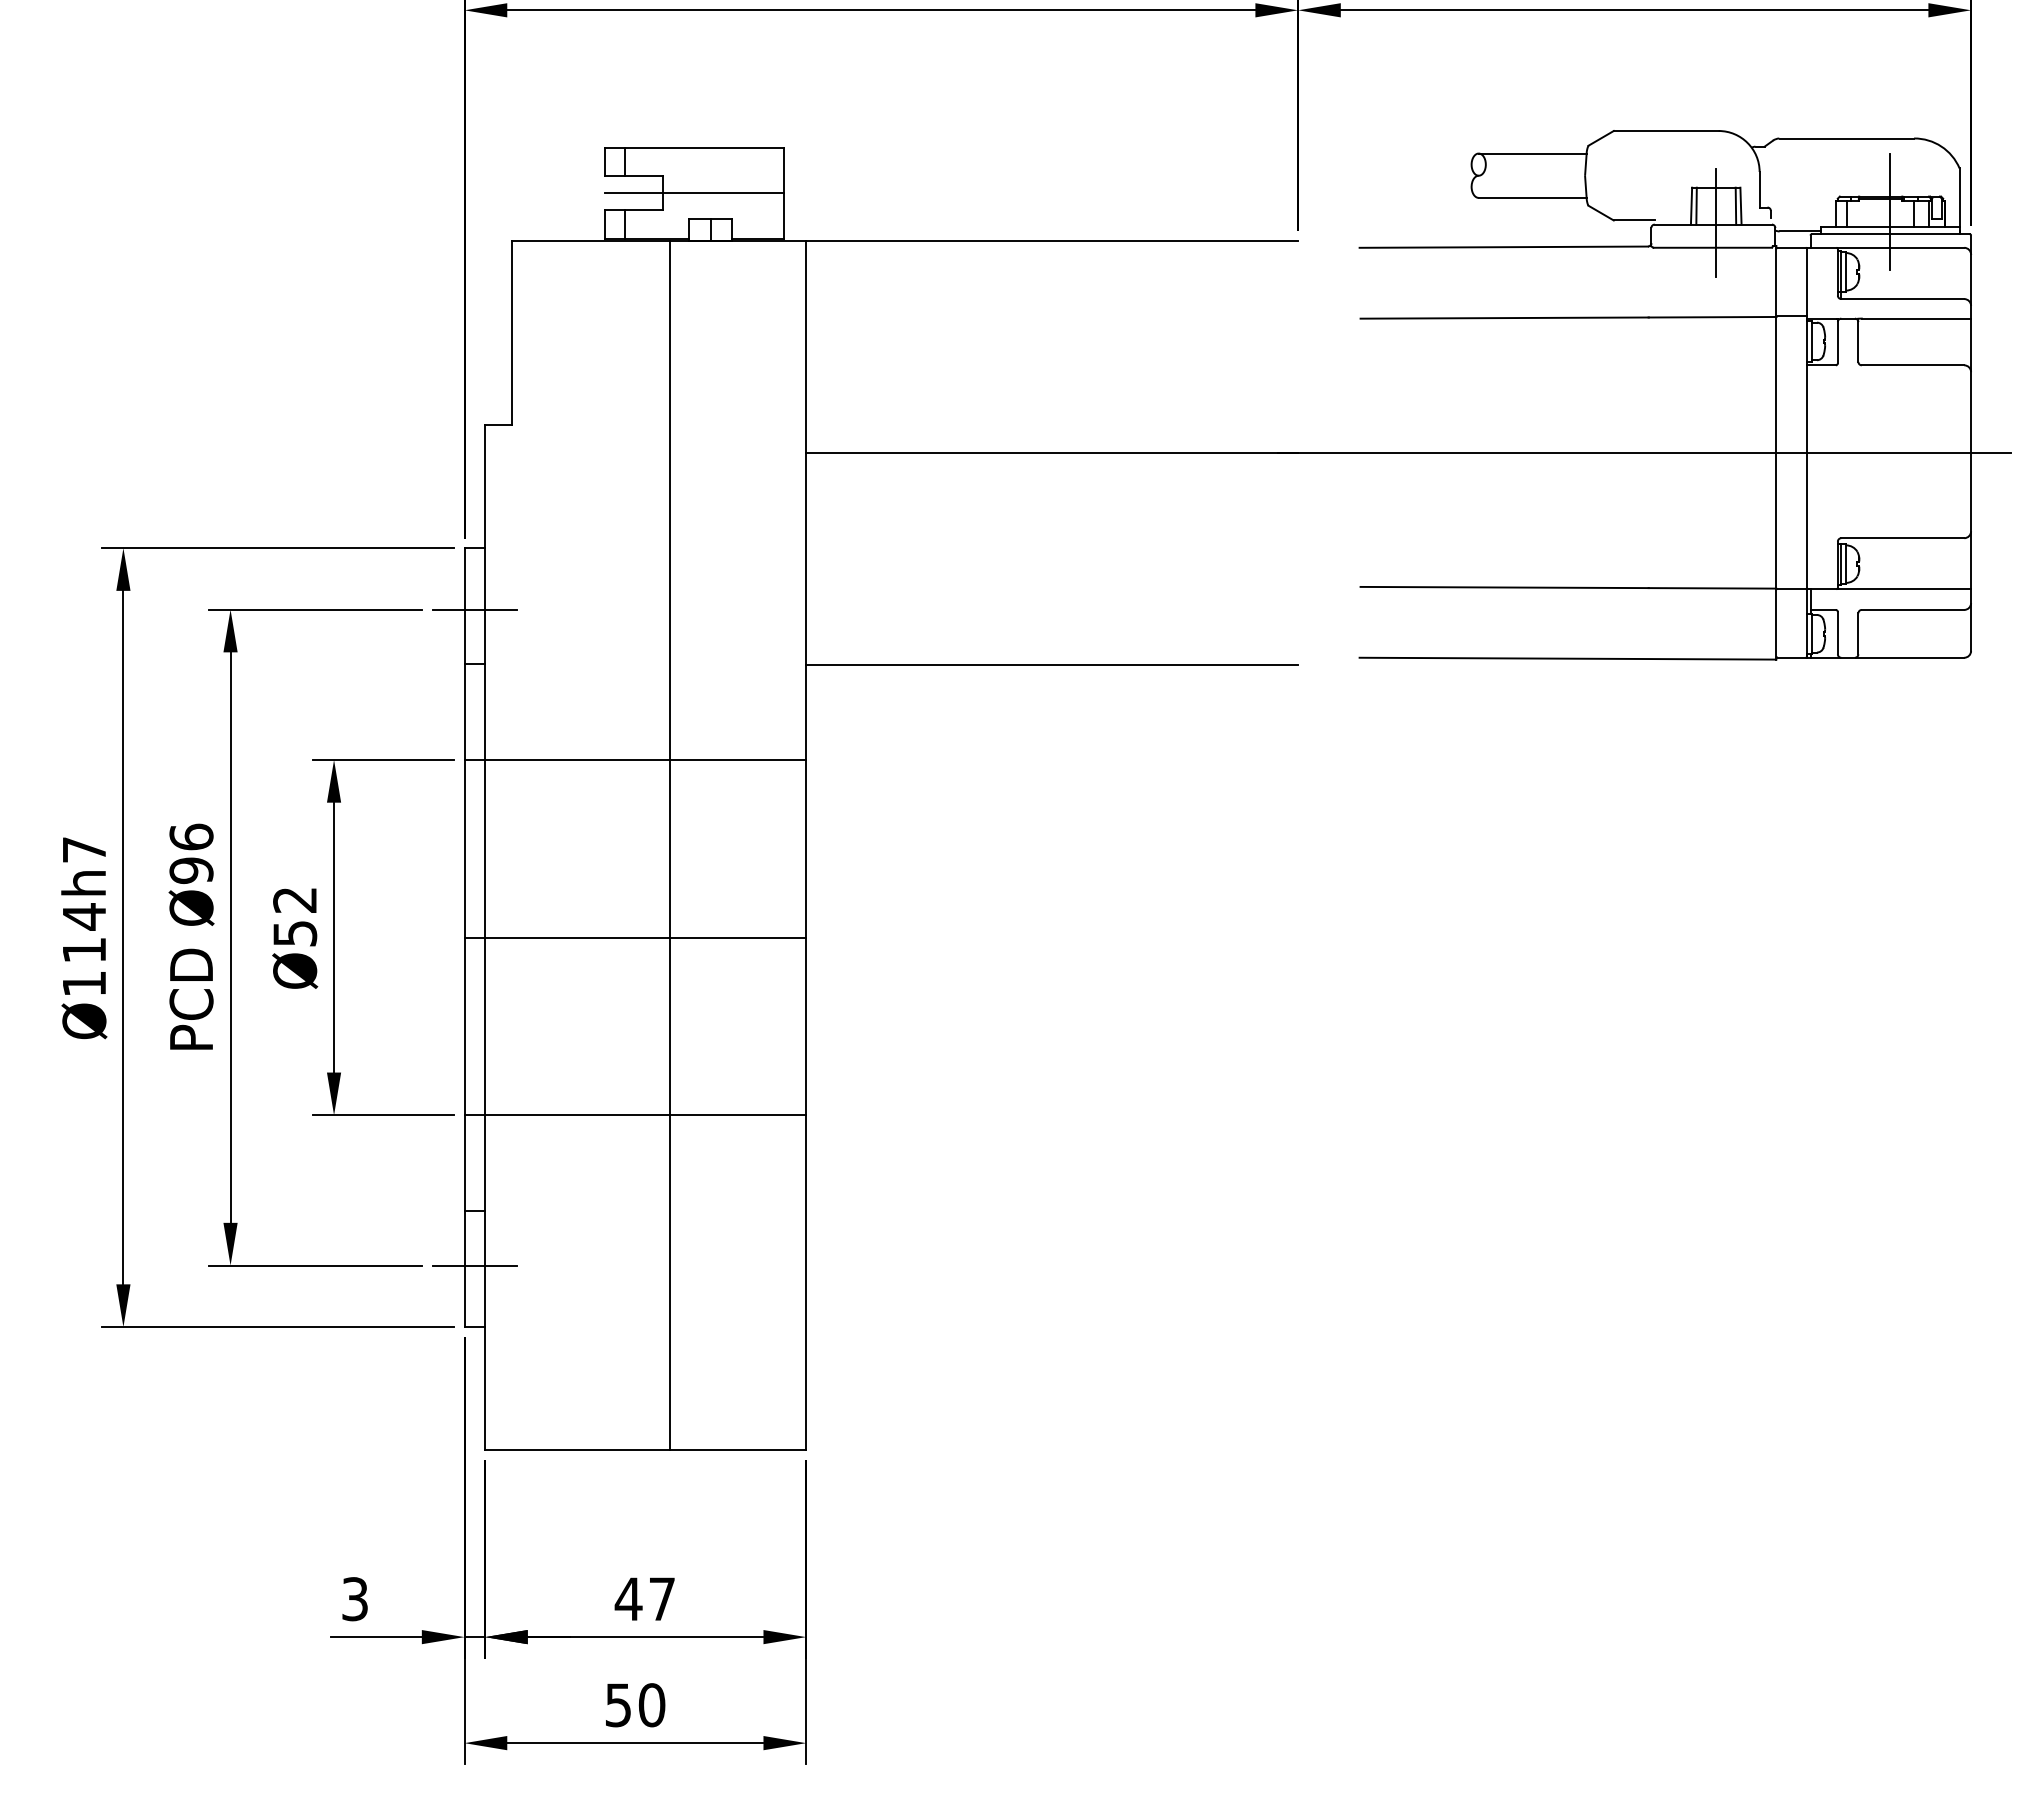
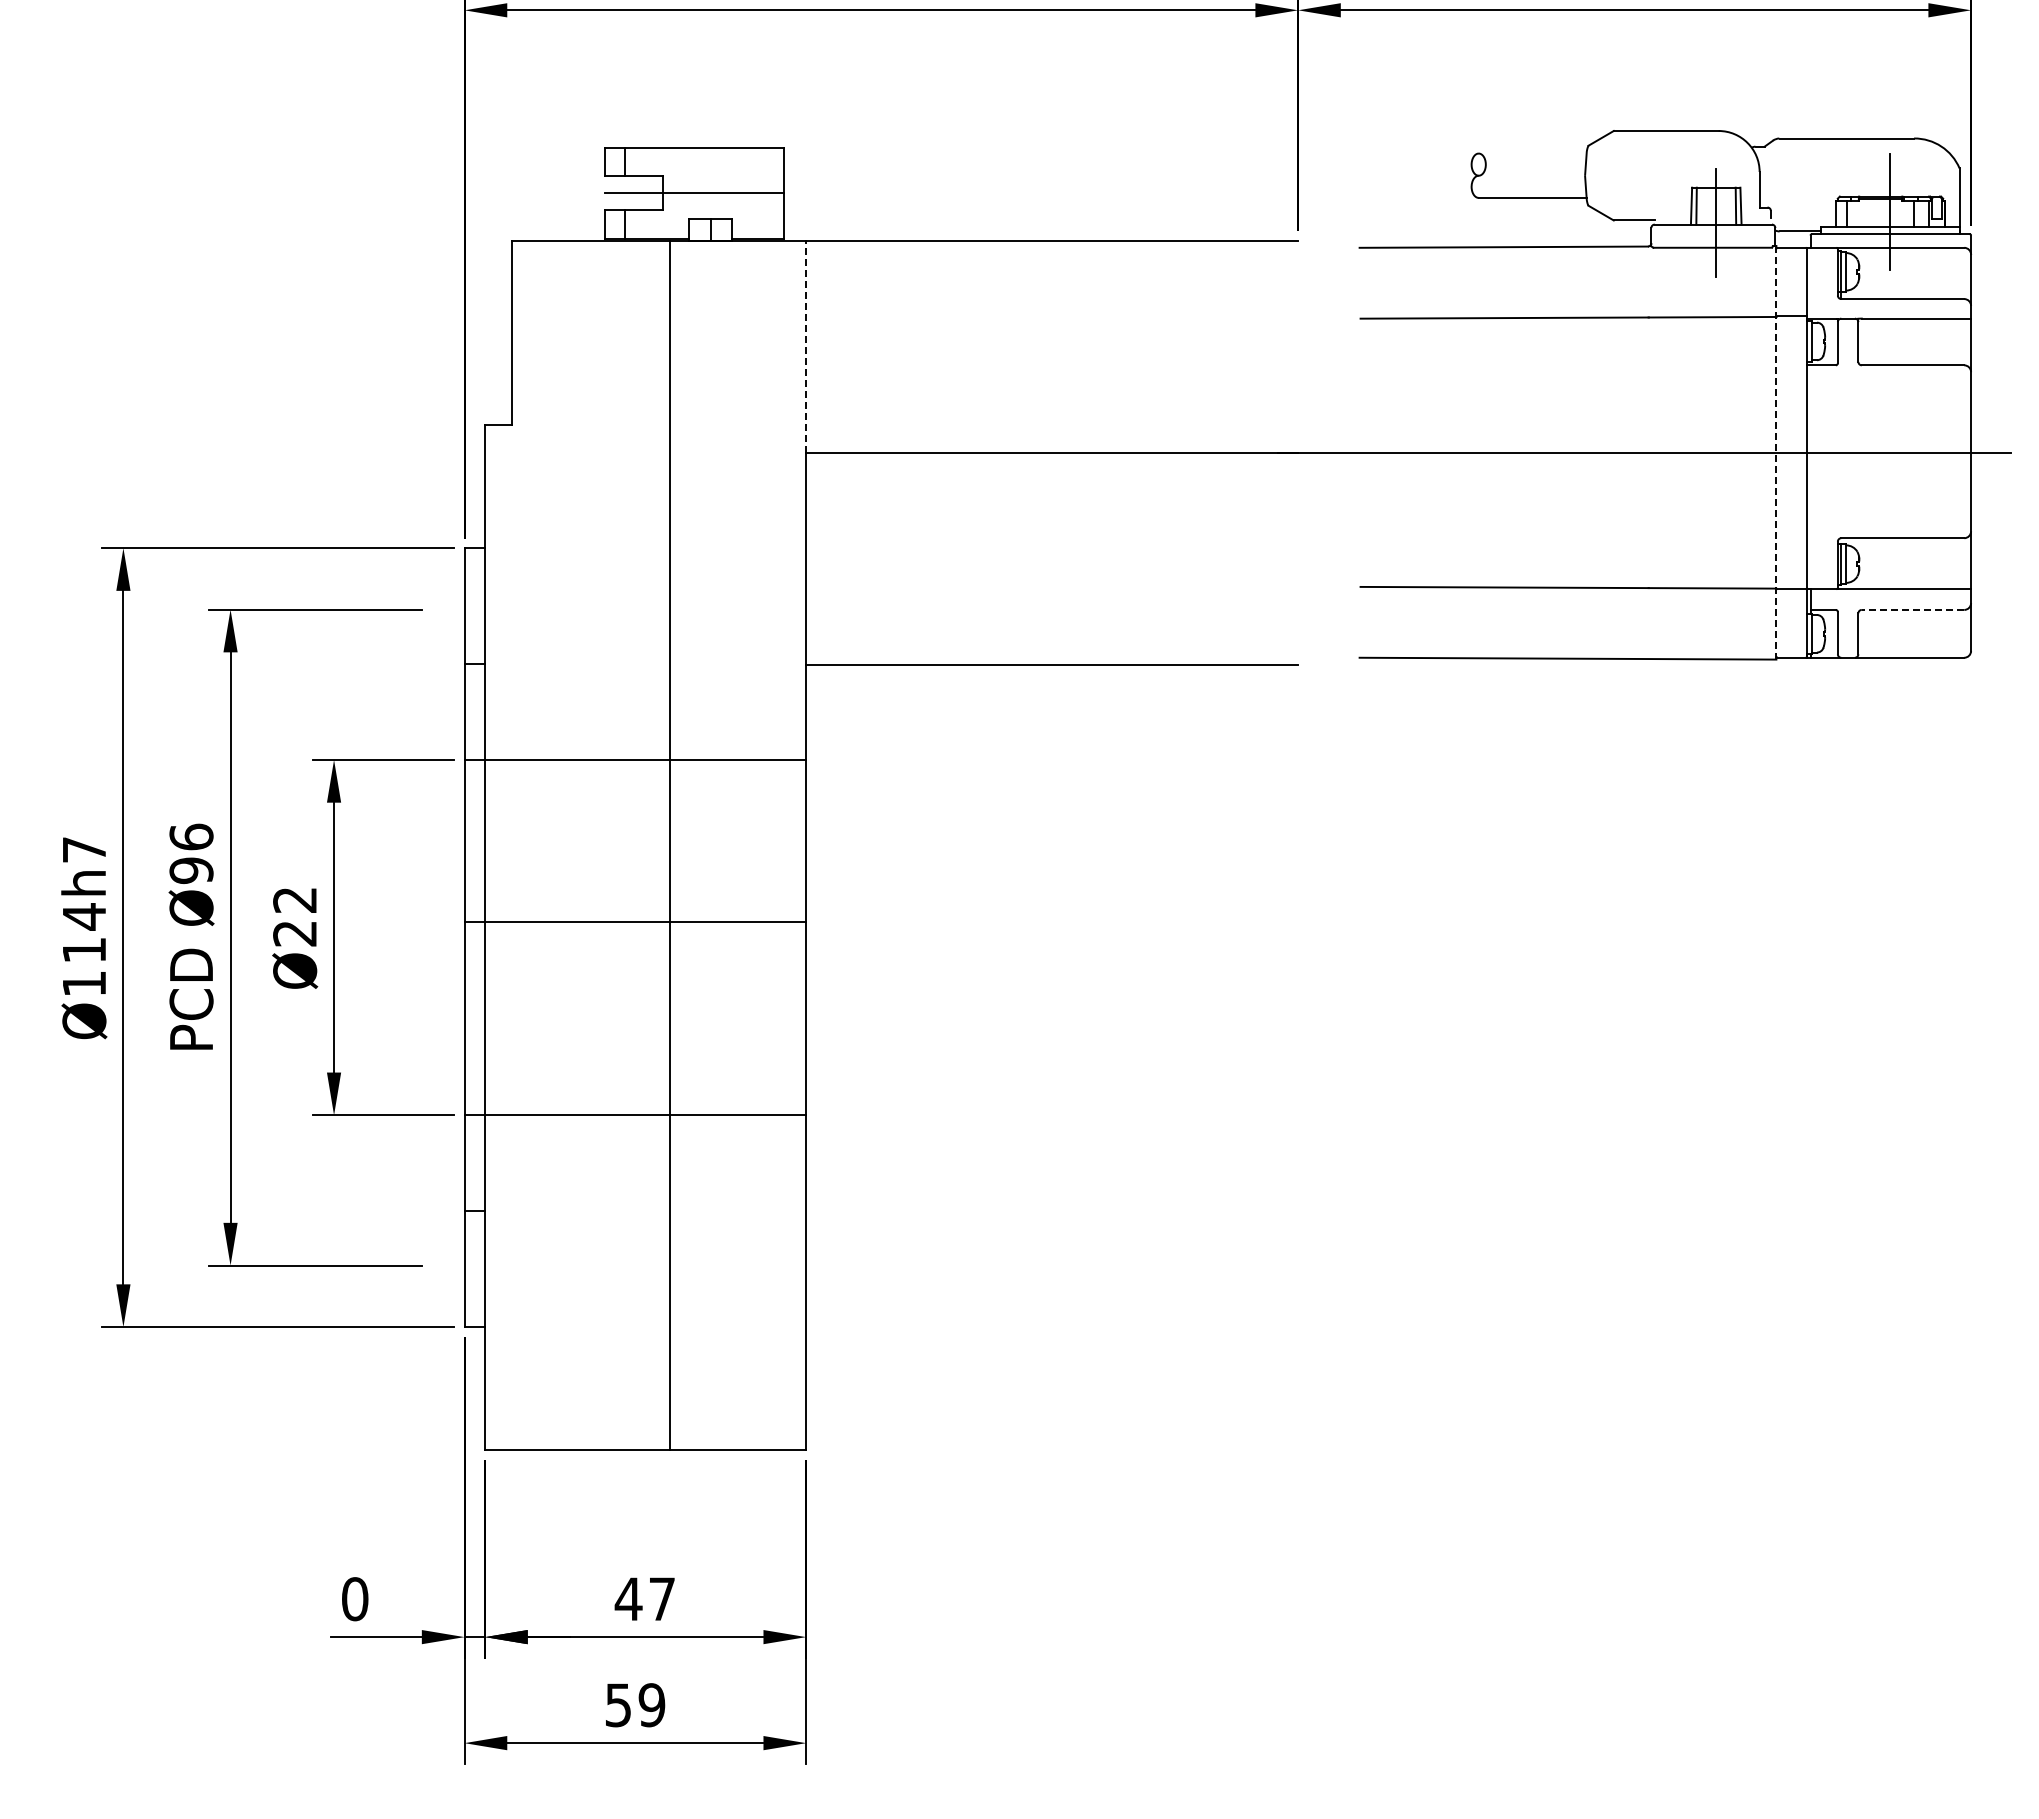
line at (1532, 153): present -> none
line at (806, 347): solid -> dashed
line at (1776, 452): solid -> dashed
line at (474, 609): present -> none
line at (1912, 609): solid -> dashed
text at (295, 933): Ø52 -> Ø22
line at (635, 937) position: (635, 937) -> (635, 921)
line at (474, 1265): present -> none
text at (355, 1599): 3 -> 0
text at (651, 1705): 50 -> 59
